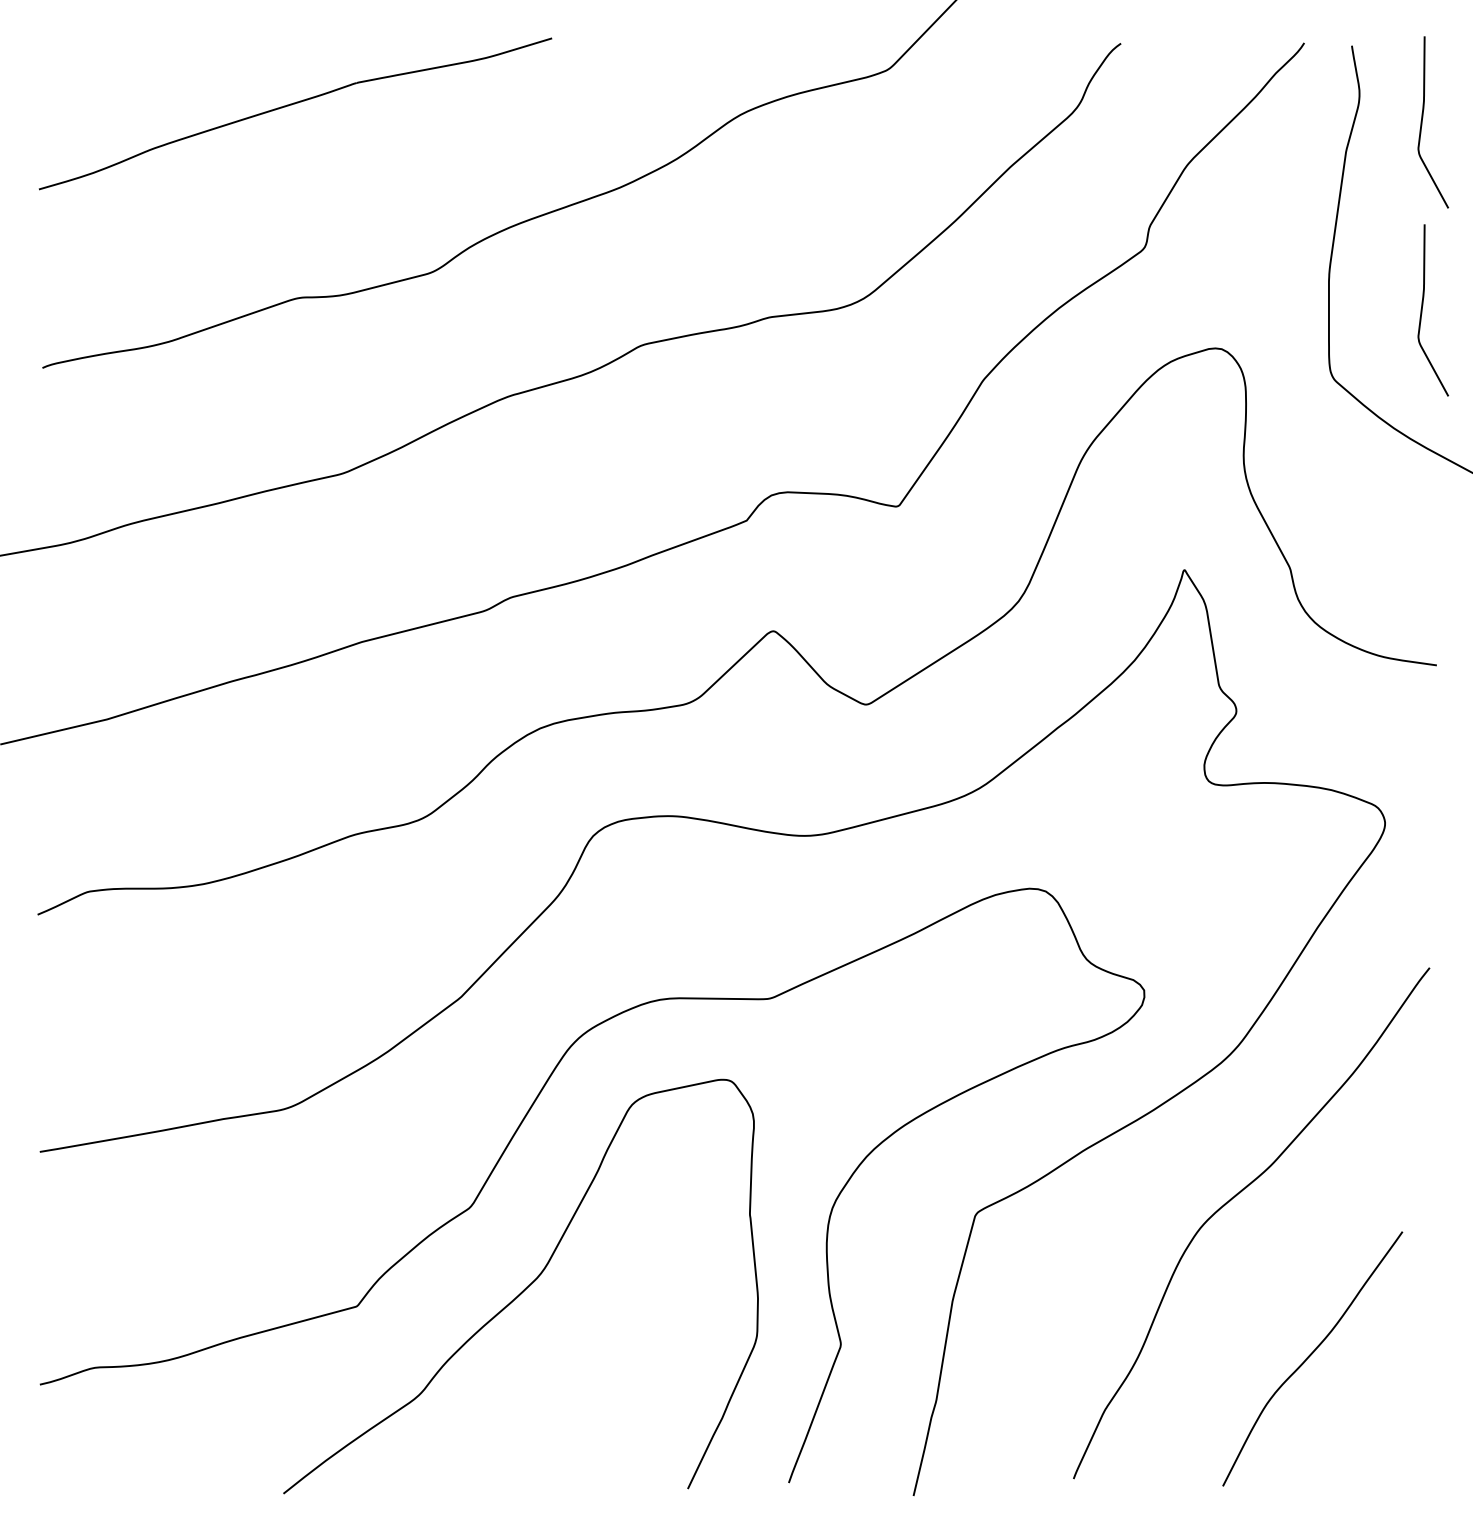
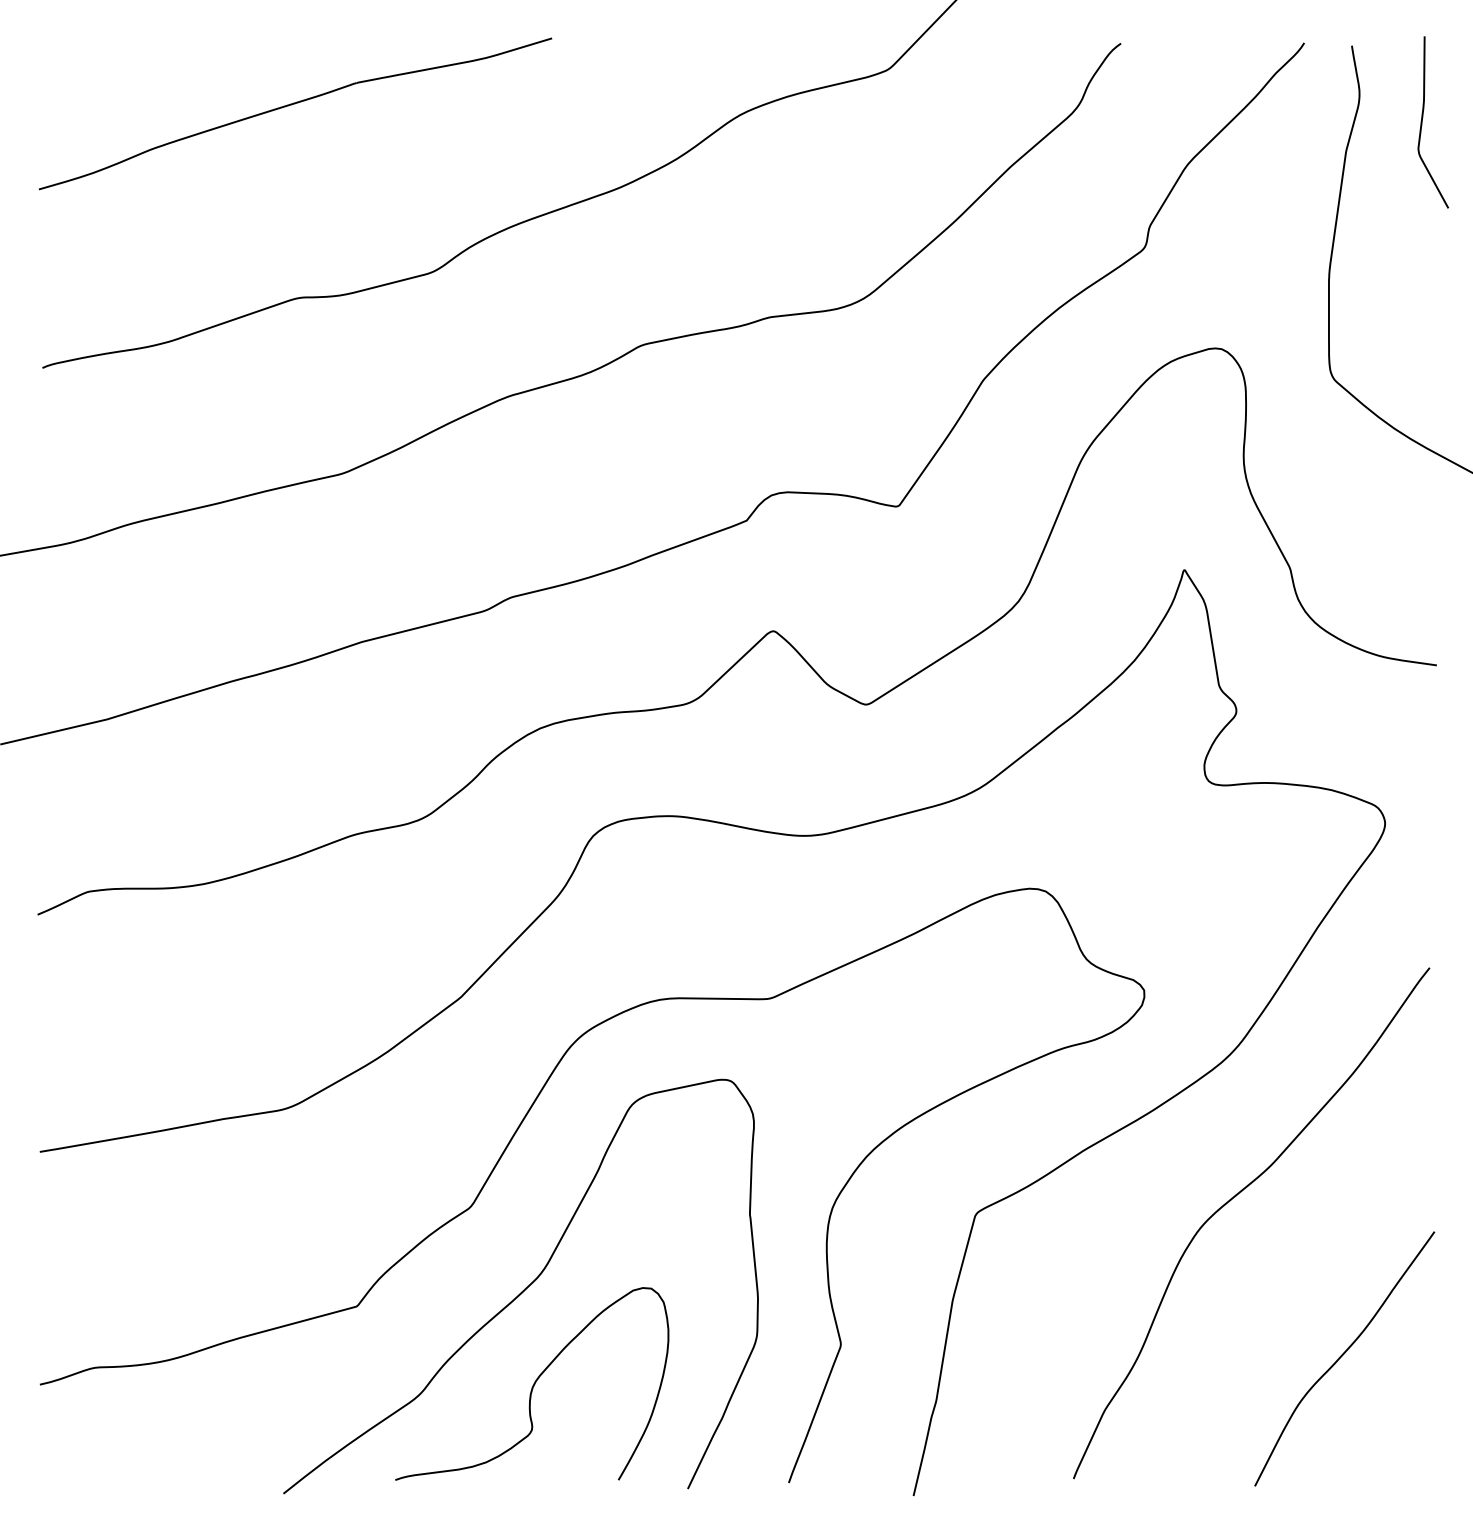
curve at (1422, 310): present -> none
curve at (1310, 1356) position: (1310, 1356) -> (1342, 1356)
curve at (533, 1383): none -> present
